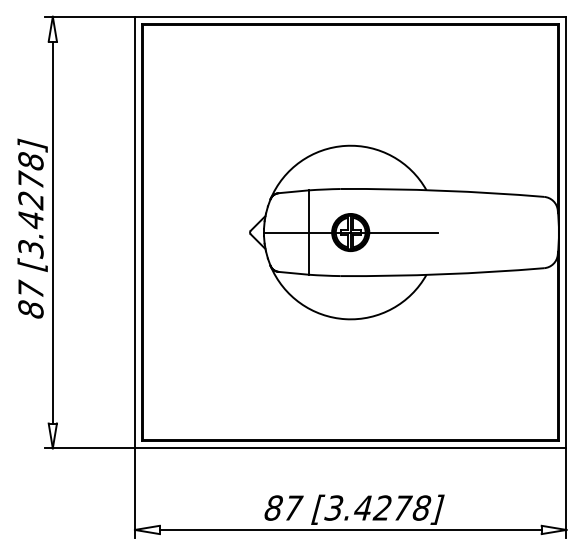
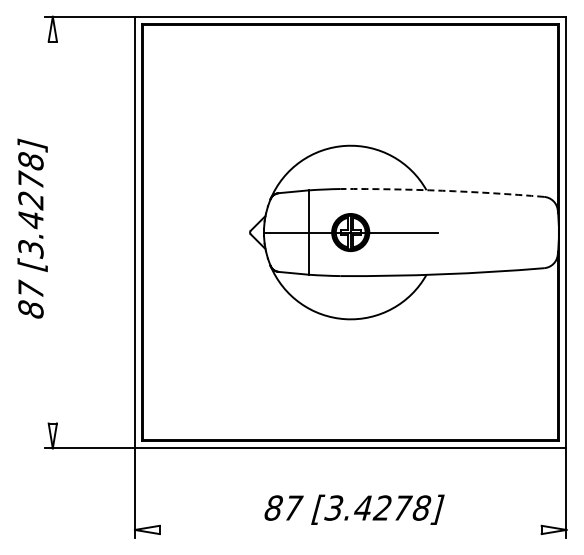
arc at (442, 190): solid -> dashed
line at (52, 232): present -> none
line at (350, 529): present -> none
